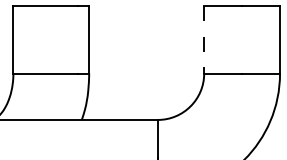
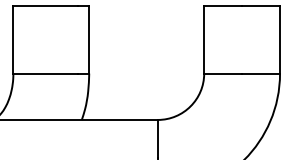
line at (204, 39): dashed -> solid
